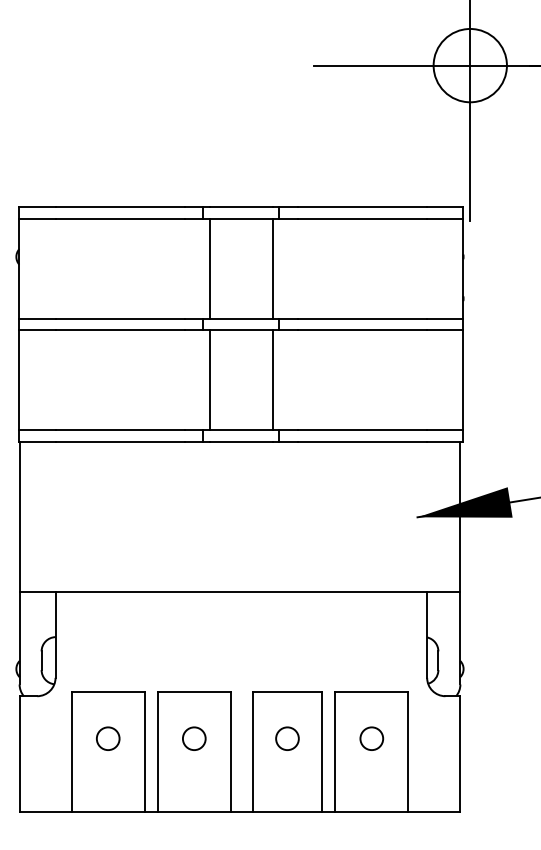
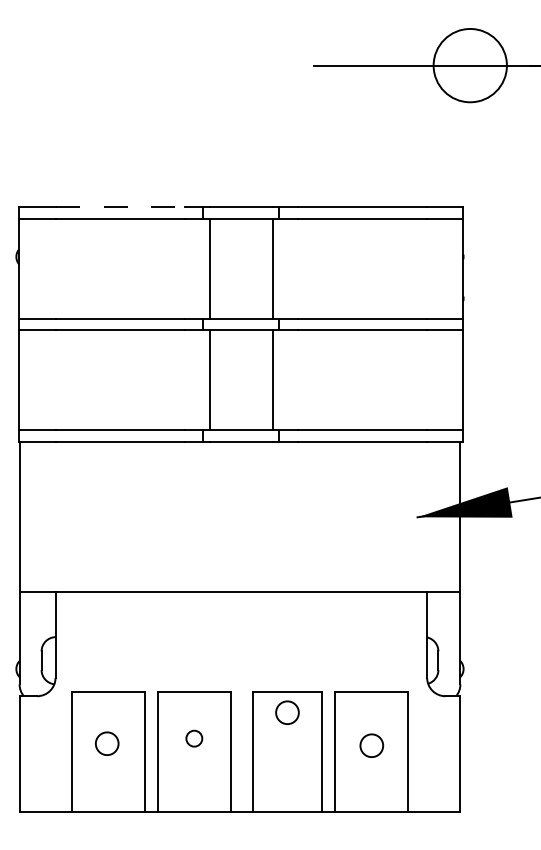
line at (470, 111): present -> none
line at (120, 207): solid -> dashed
circle at (108, 738) position: (108, 738) -> (107, 743)
circle at (194, 738) size: 25x25 px -> 19x19 px
circle at (287, 738) position: (287, 738) -> (287, 712)
circle at (371, 738) position: (371, 738) -> (371, 745)
